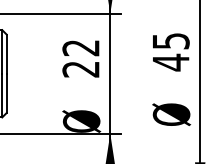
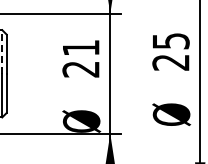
text at (80, 48): 22 -> 21
line at (2, 51): solid -> dashed
text at (170, 62): 45 -> 25
